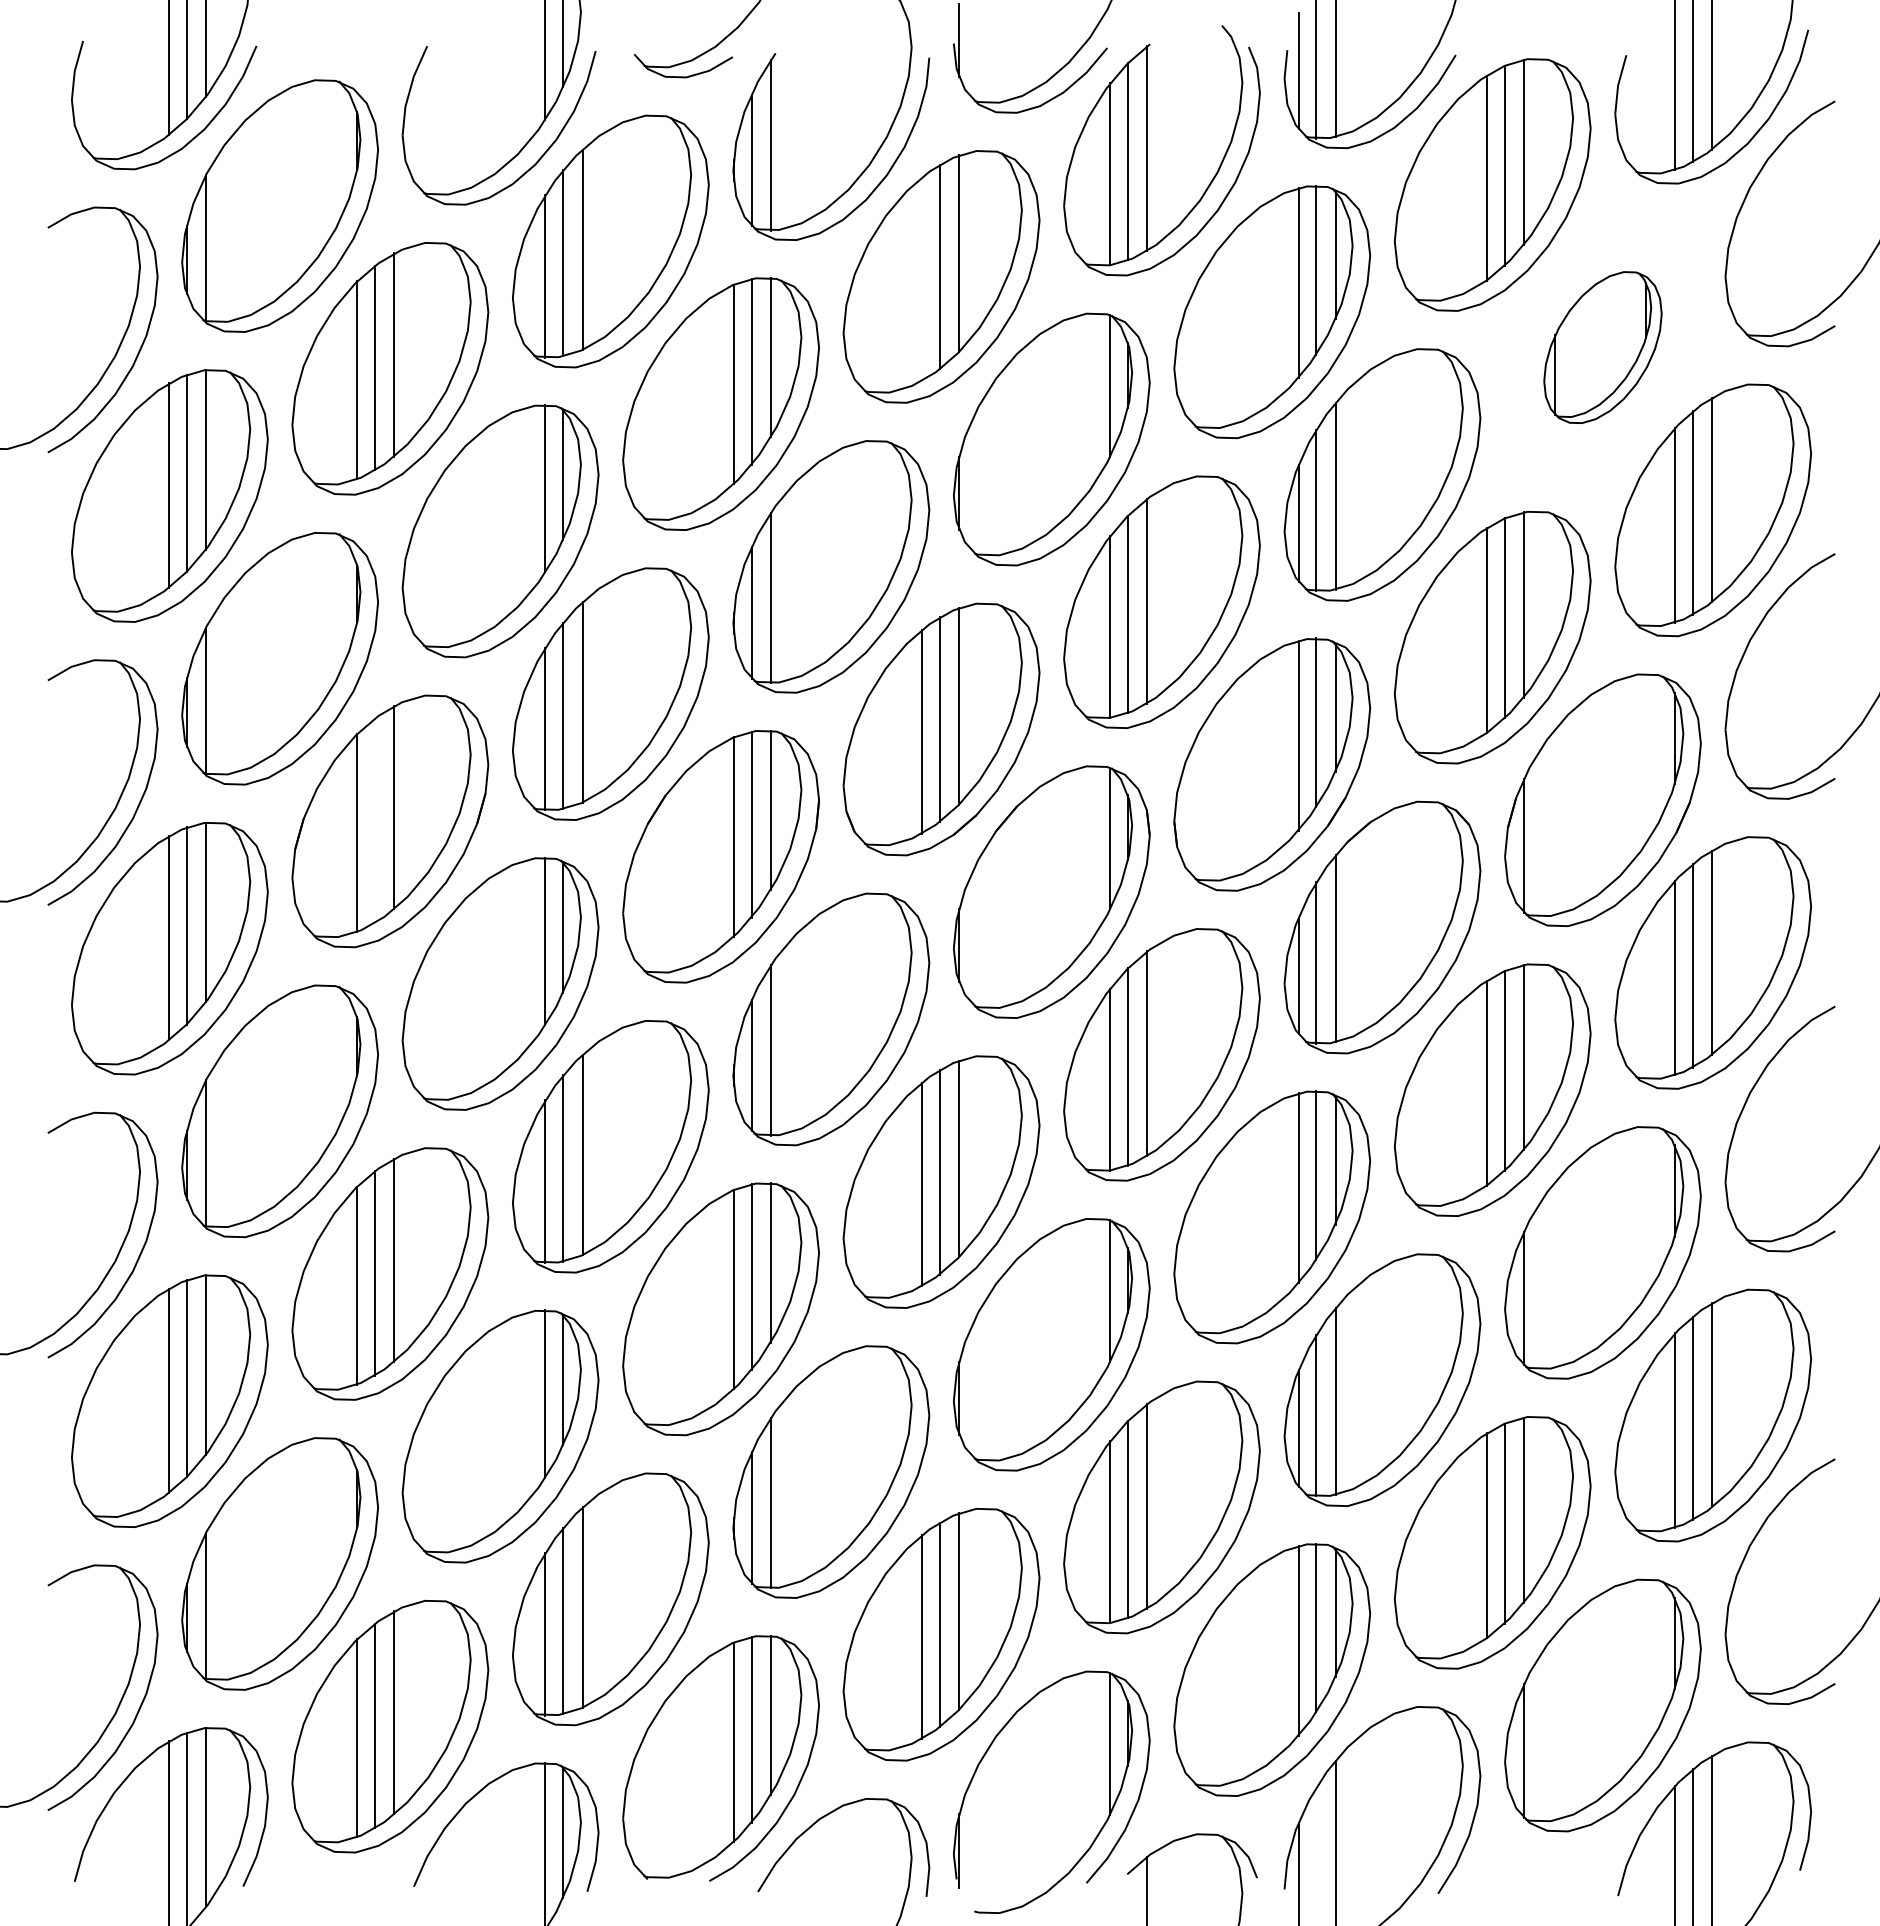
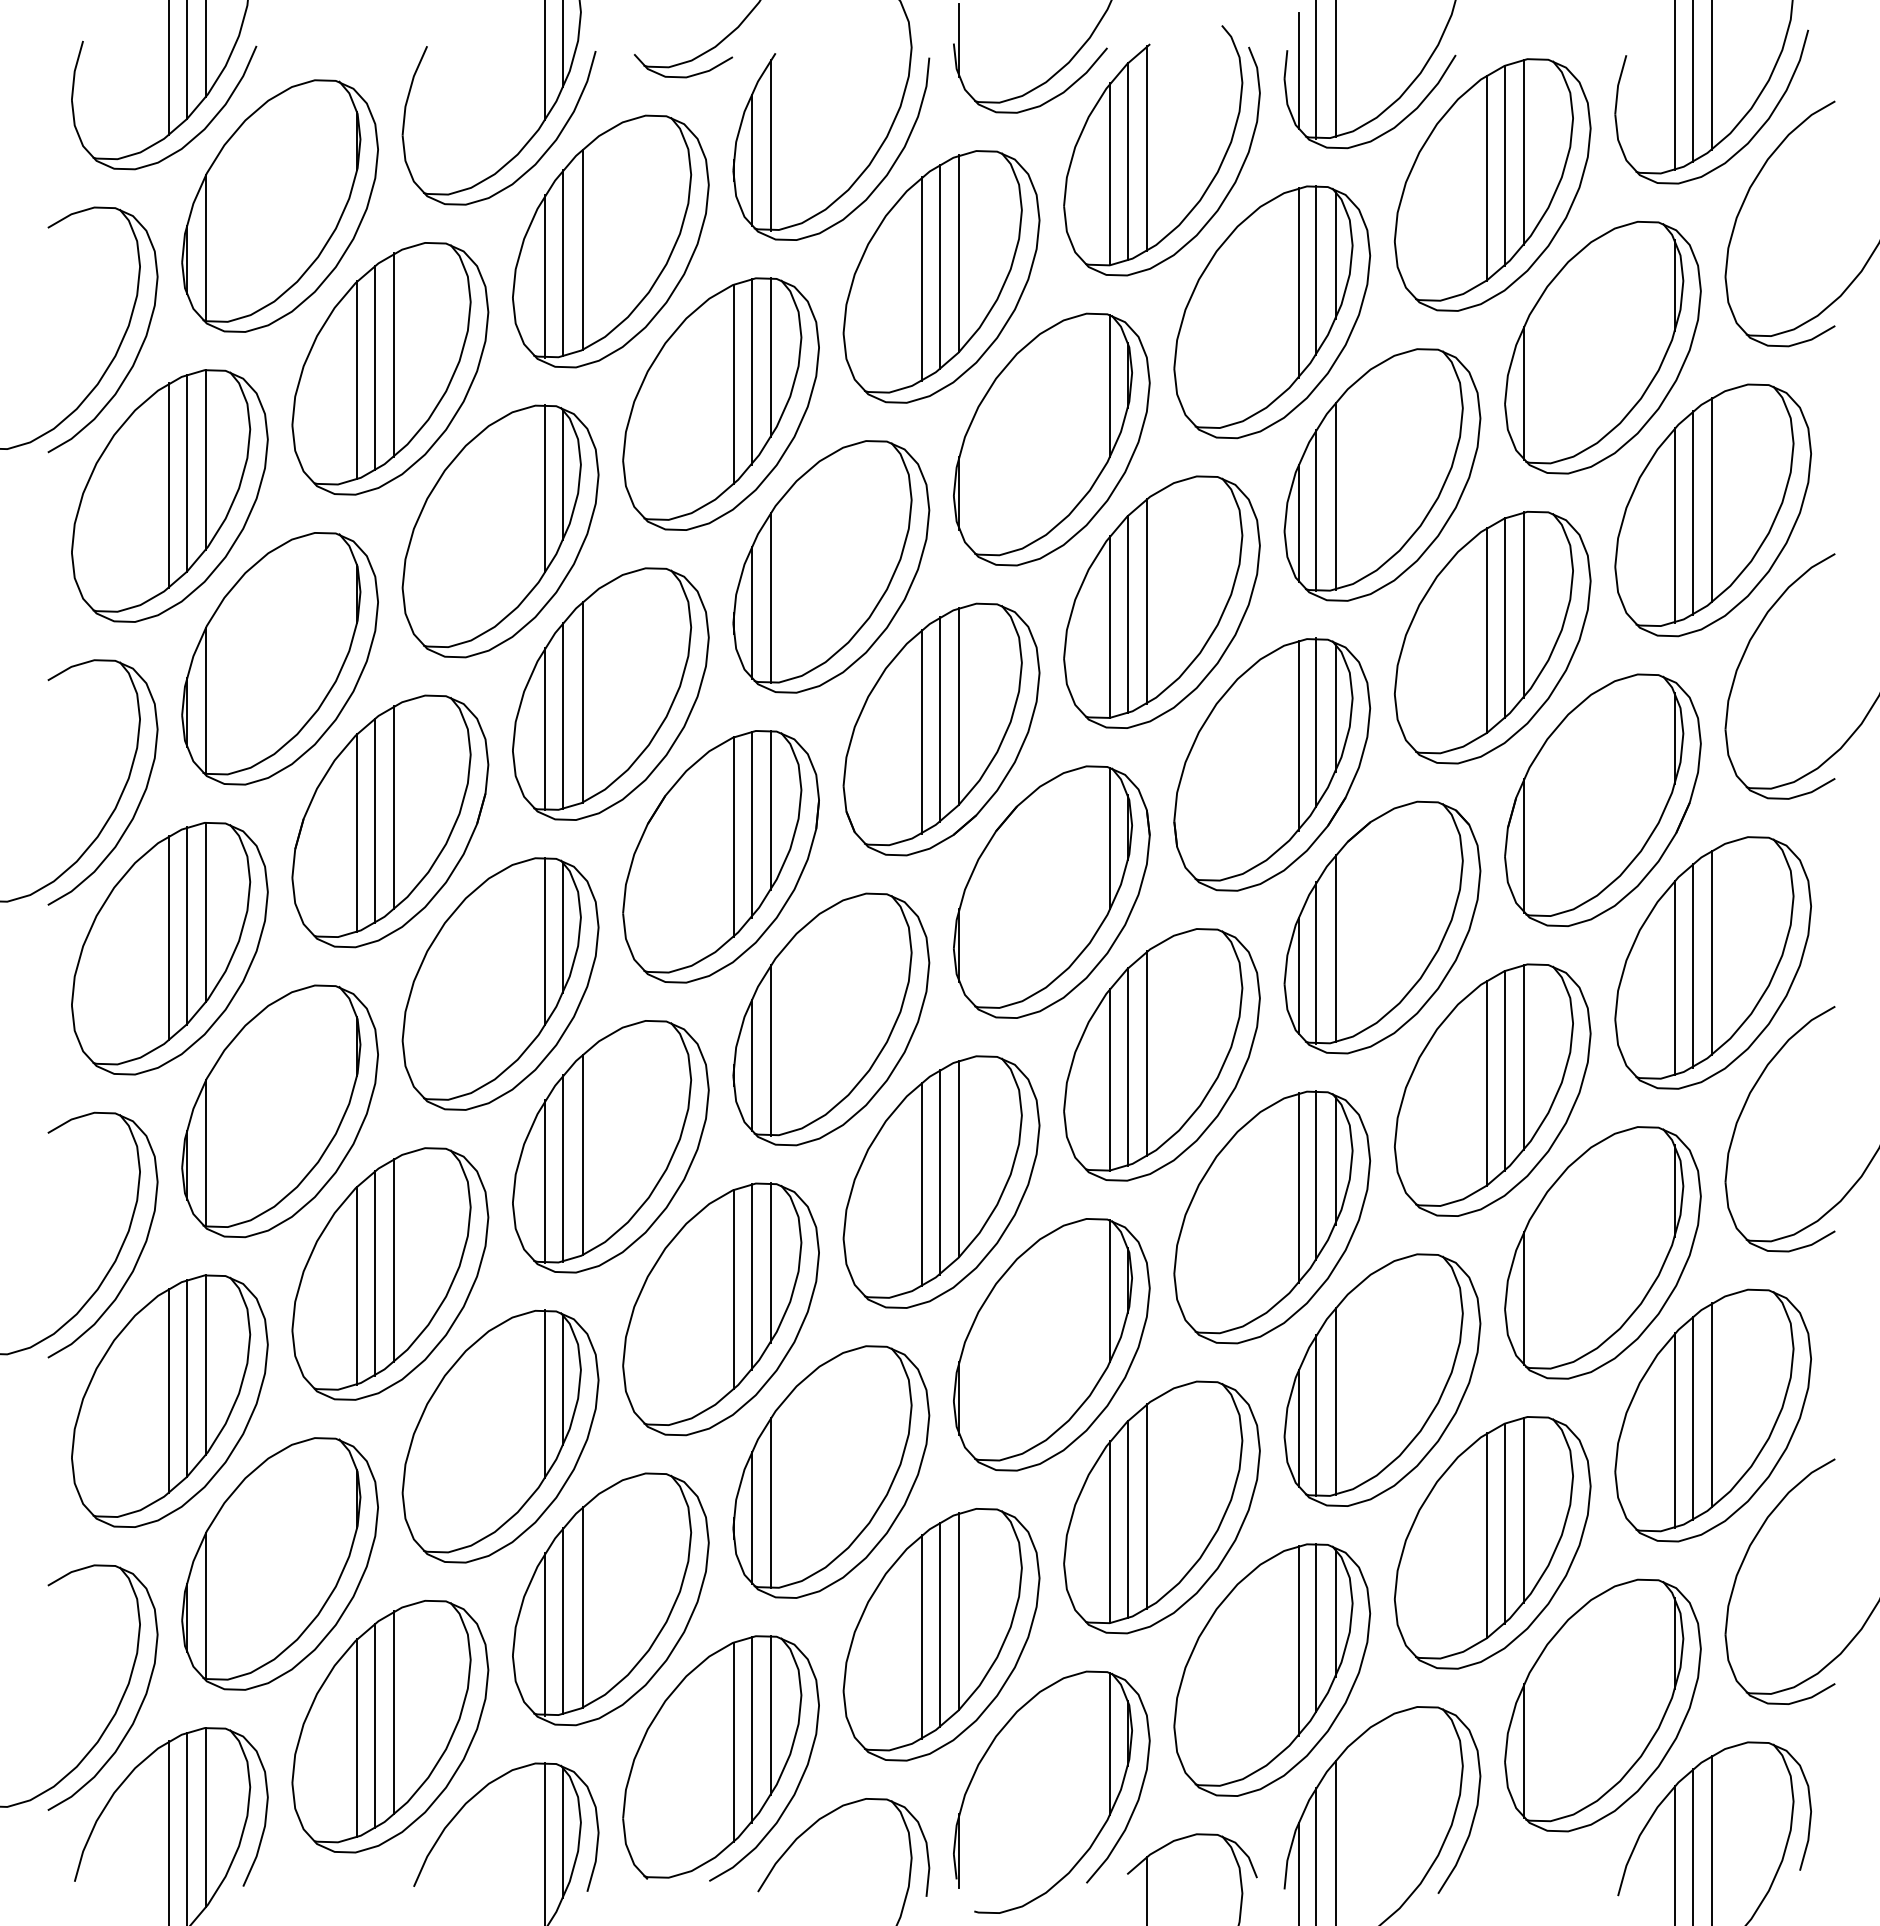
line at (921, 279): none -> present
part at (1602, 347) size: 120x153 px -> 198x255 px
line at (375, 820): none -> present
line at (1316, 1854): none -> present
